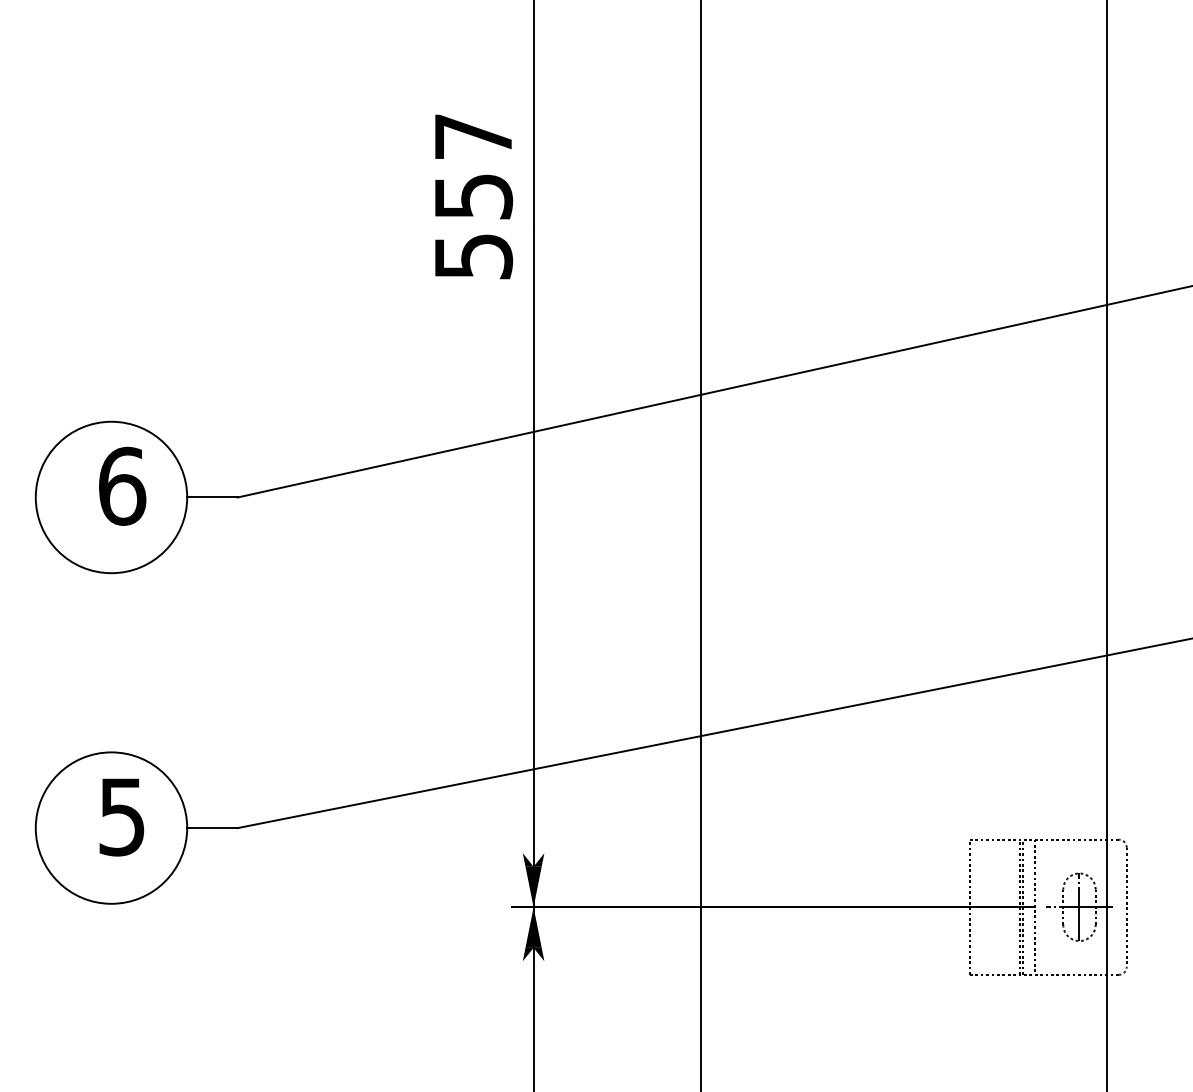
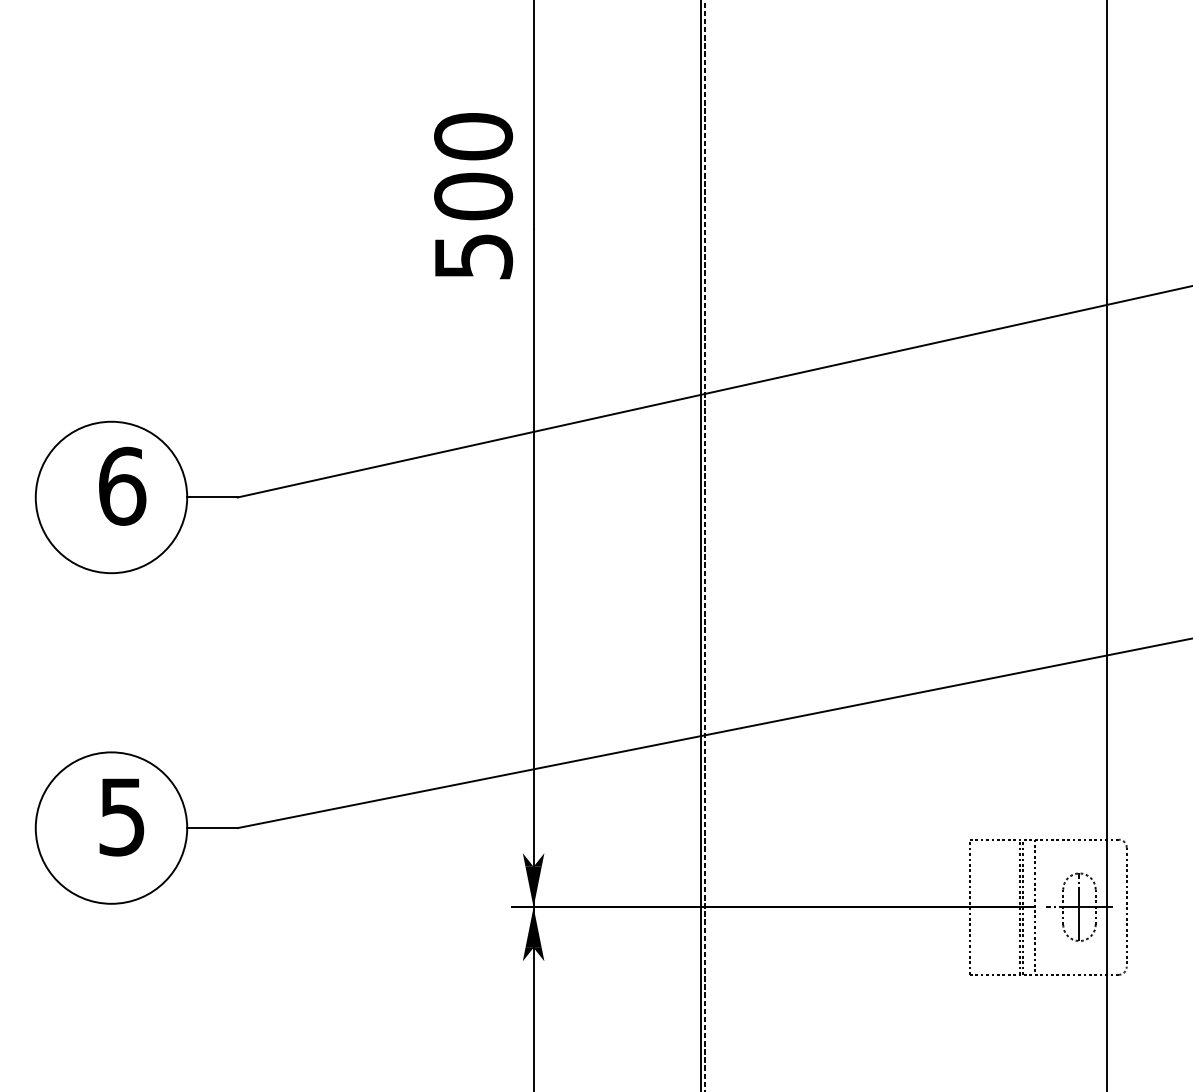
text at (473, 166): 557 -> 500
line at (704, 545): none -> present
